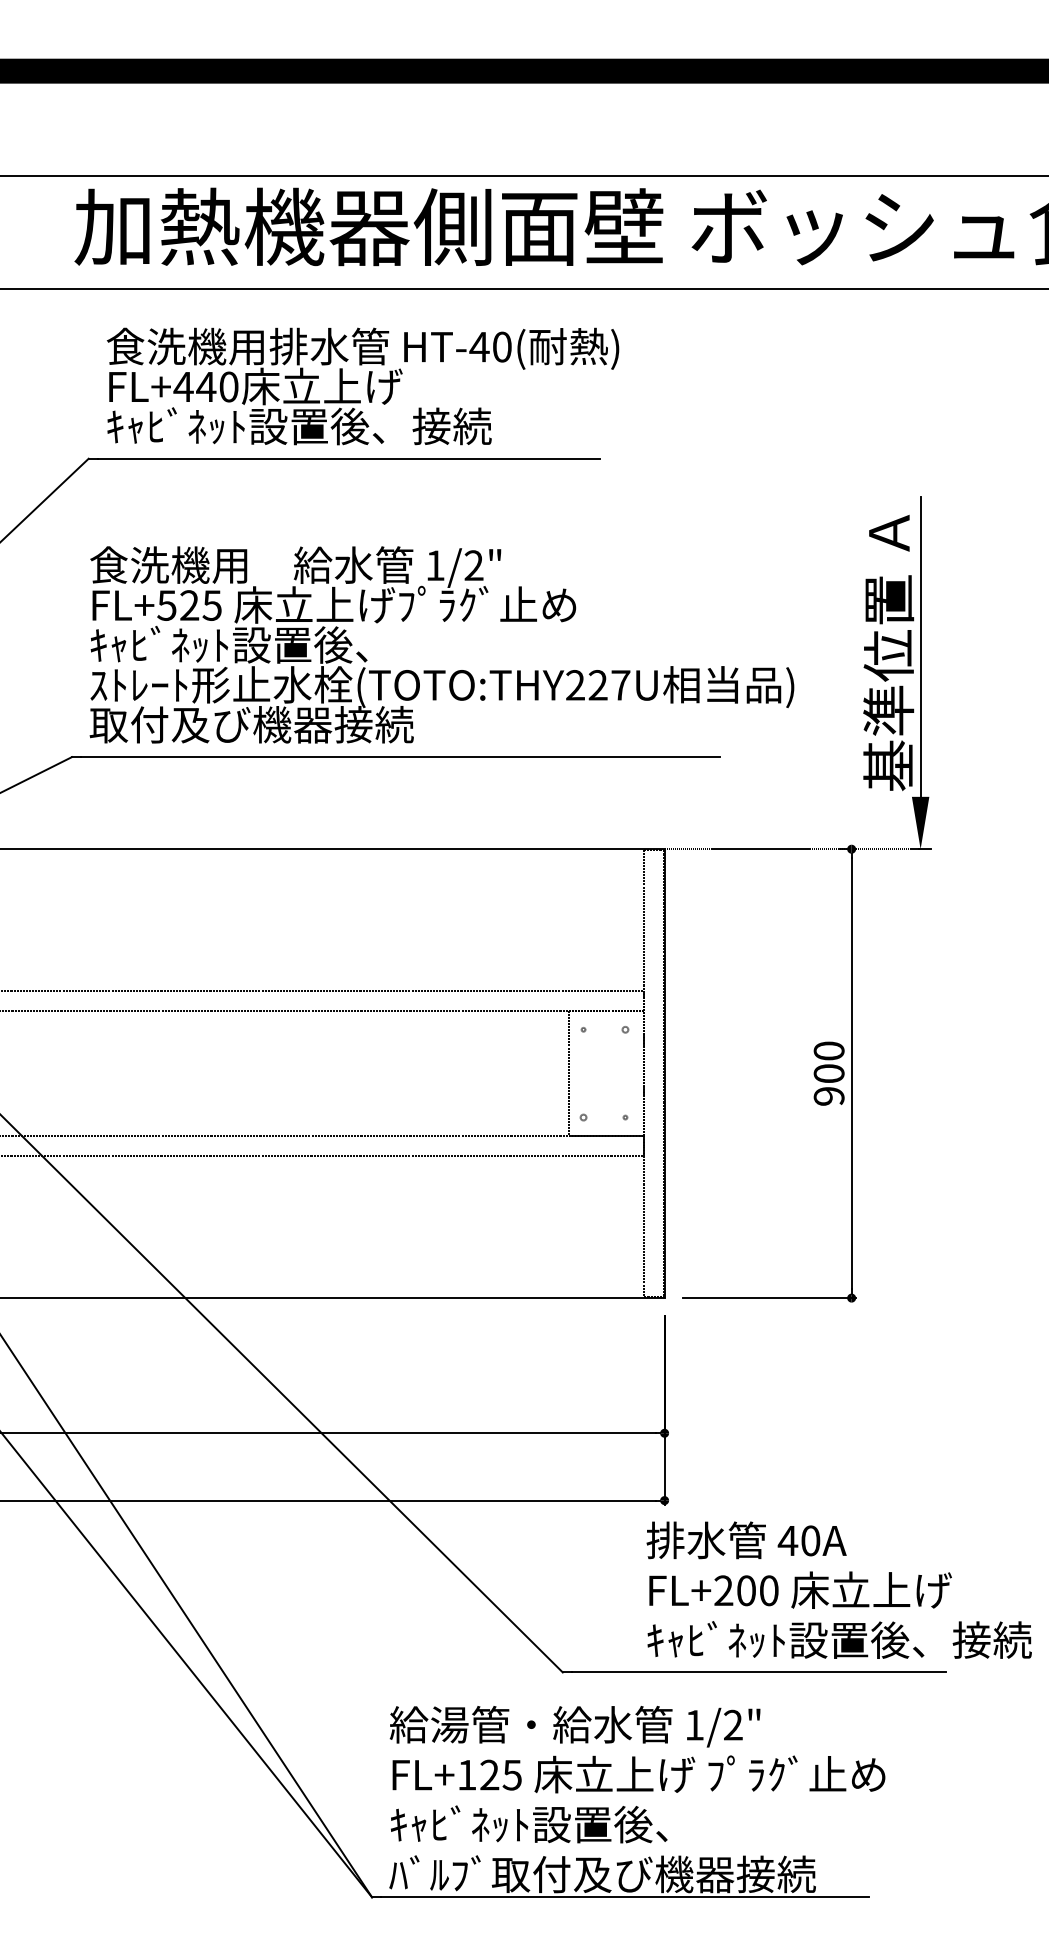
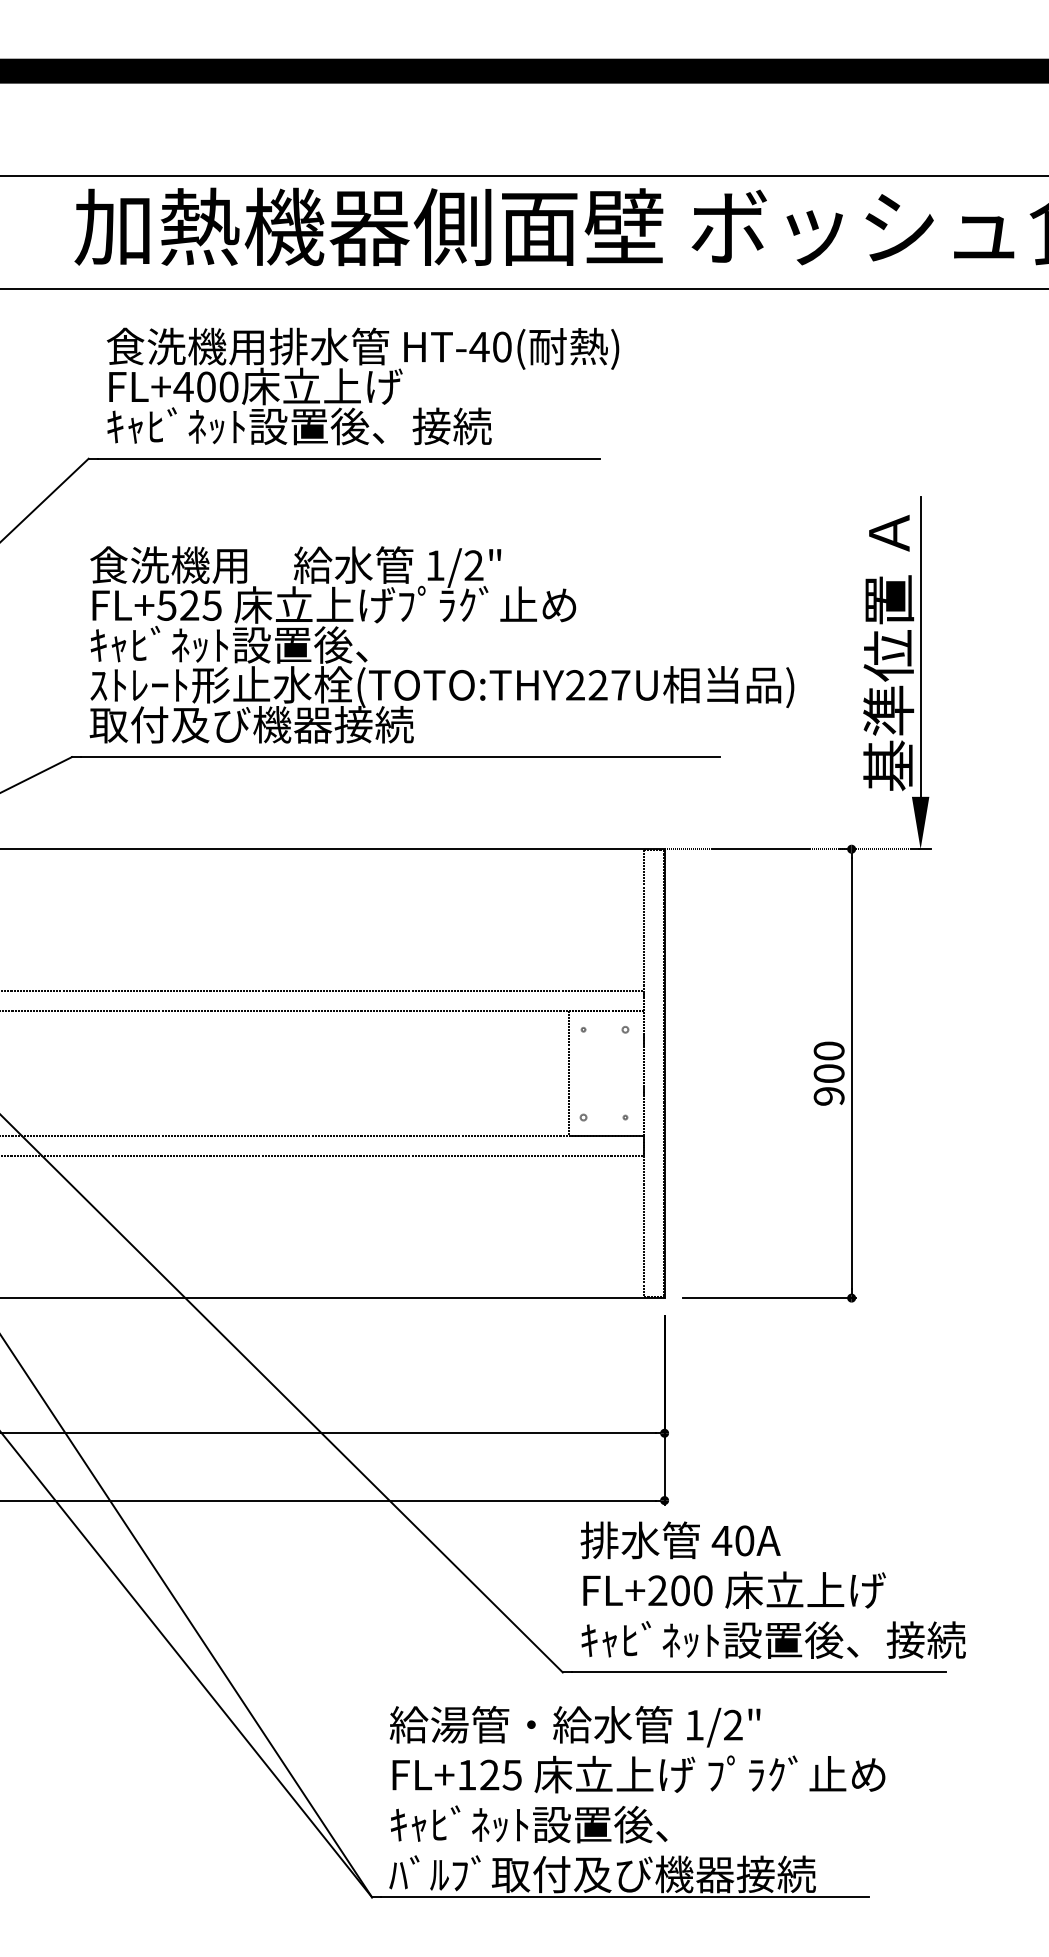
text at (206, 386): FL+440 -> FL+400
text at (838, 1589) position: (838, 1589) -> (772, 1589)
